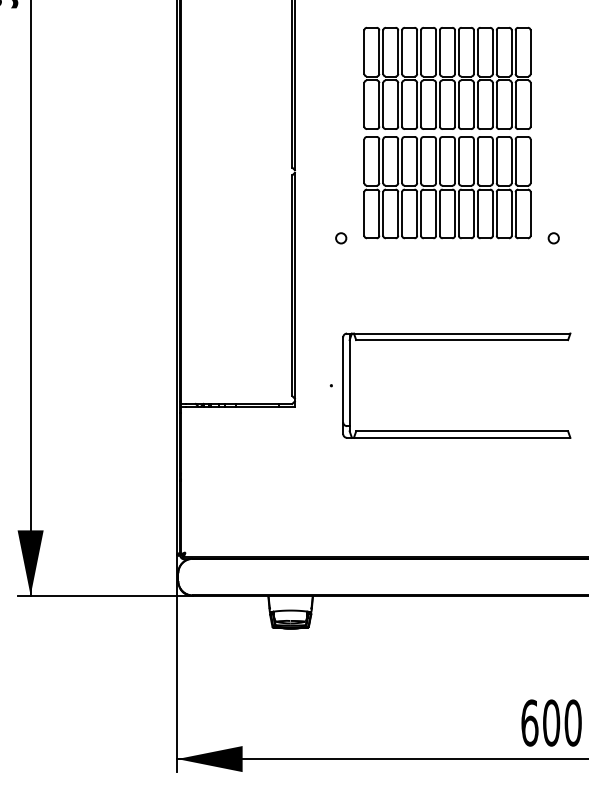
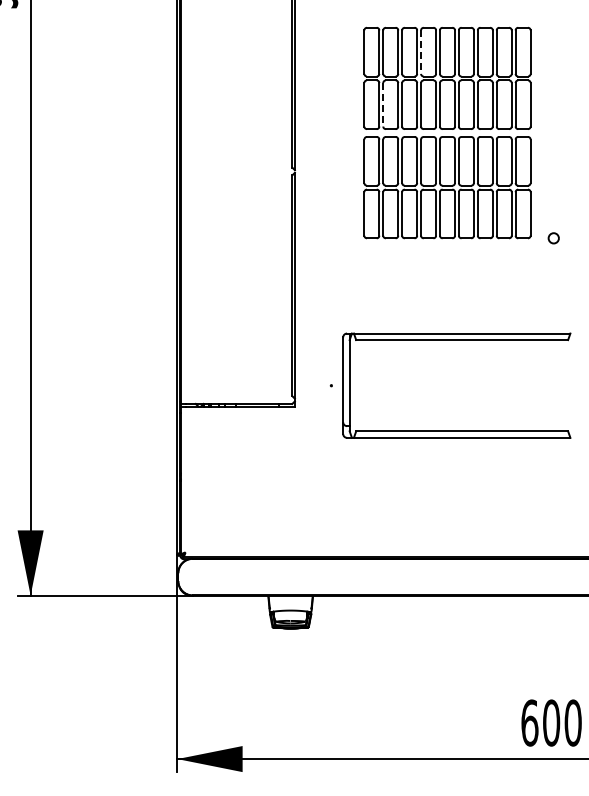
line at (421, 52): solid -> dashed
line at (383, 104): solid -> dashed
circle at (341, 238): present -> none
